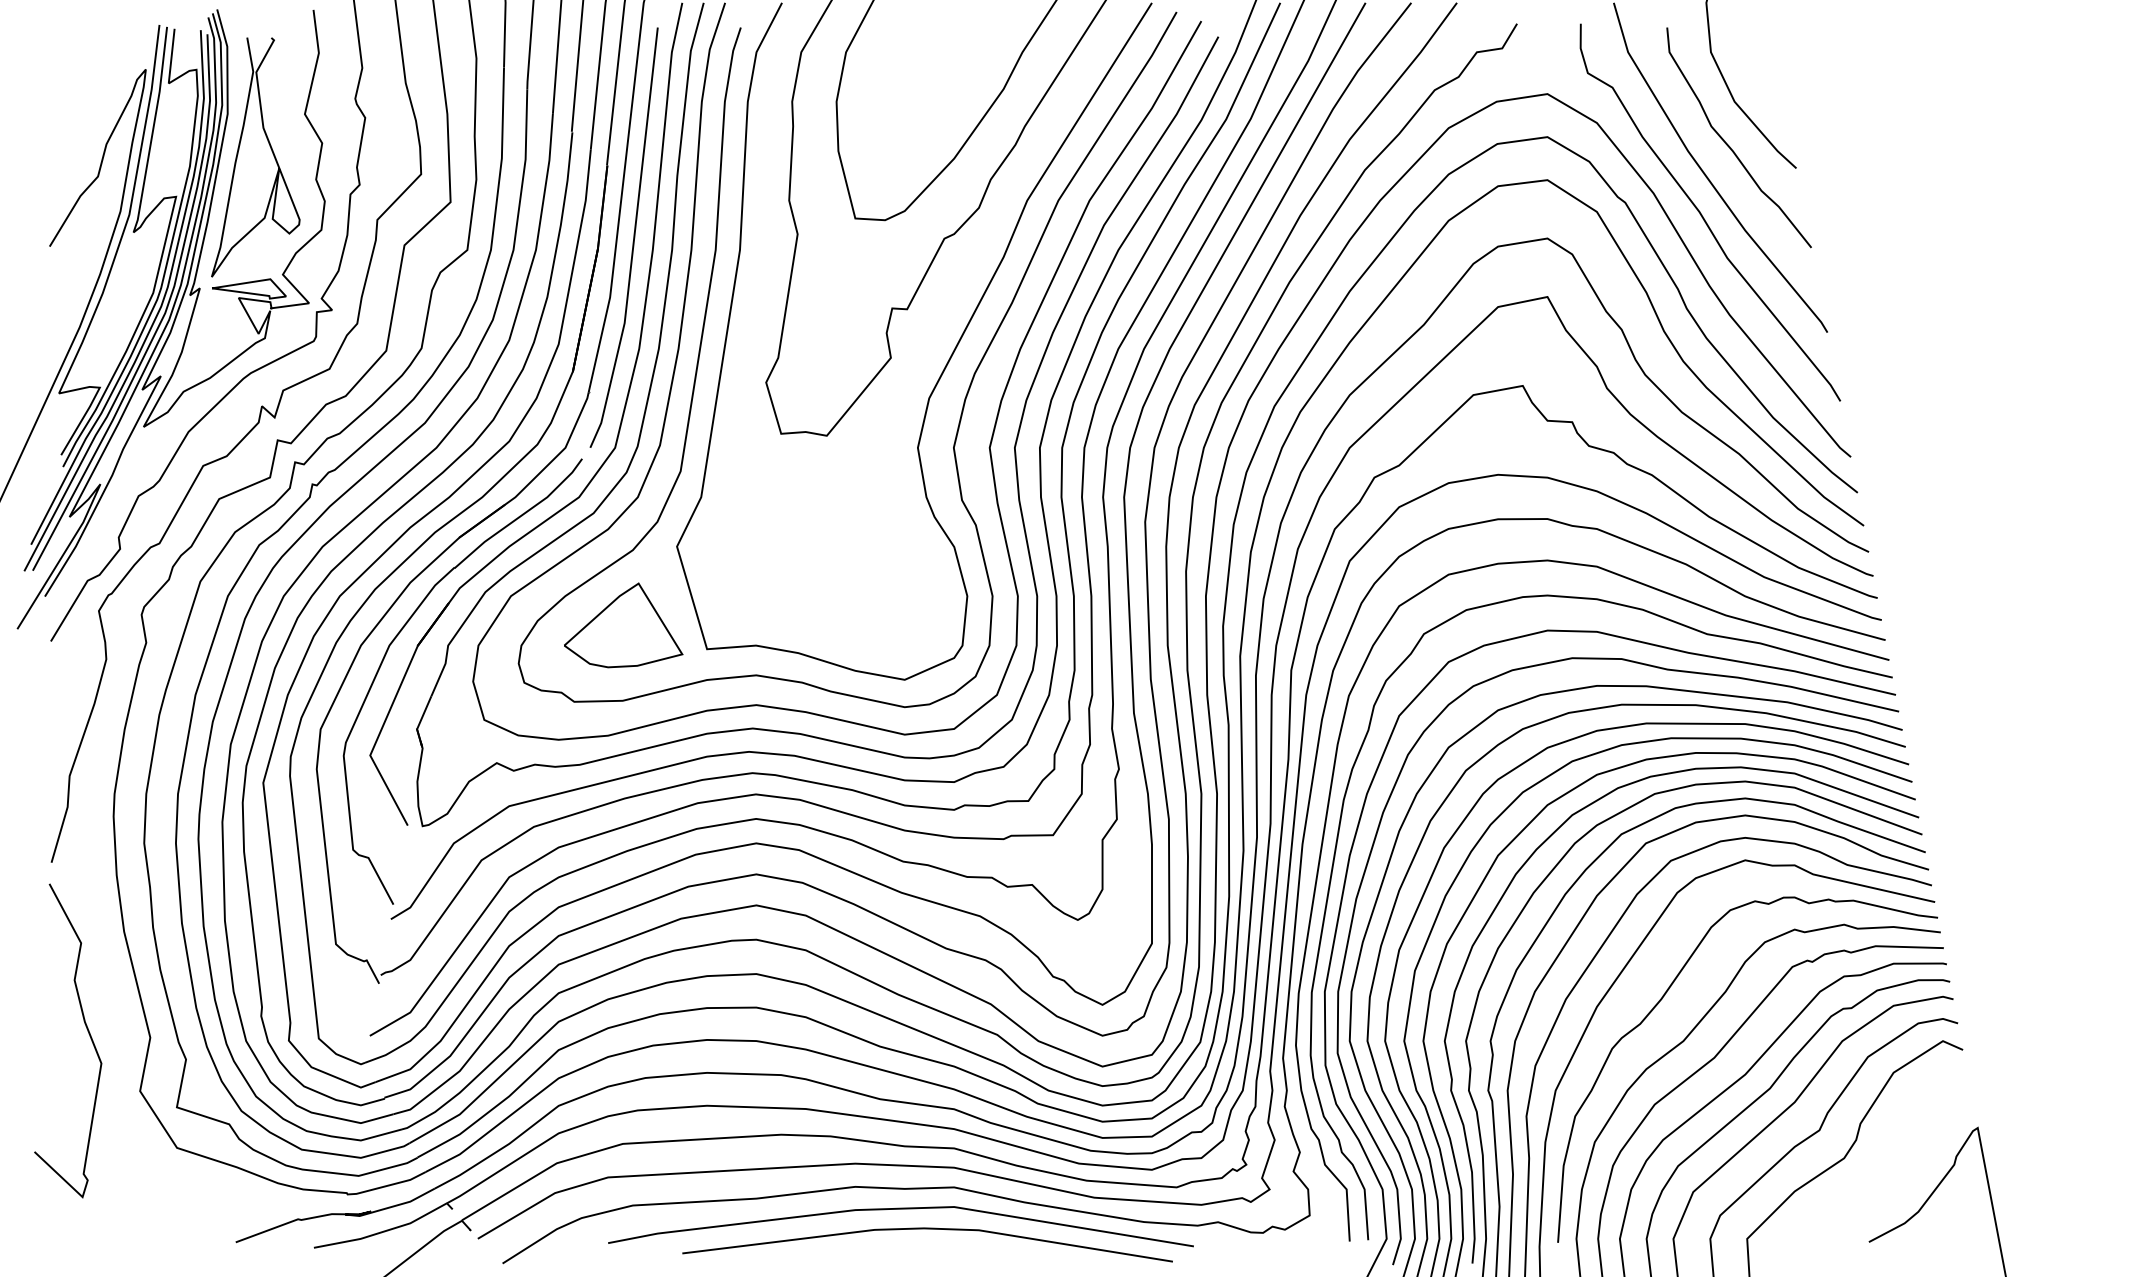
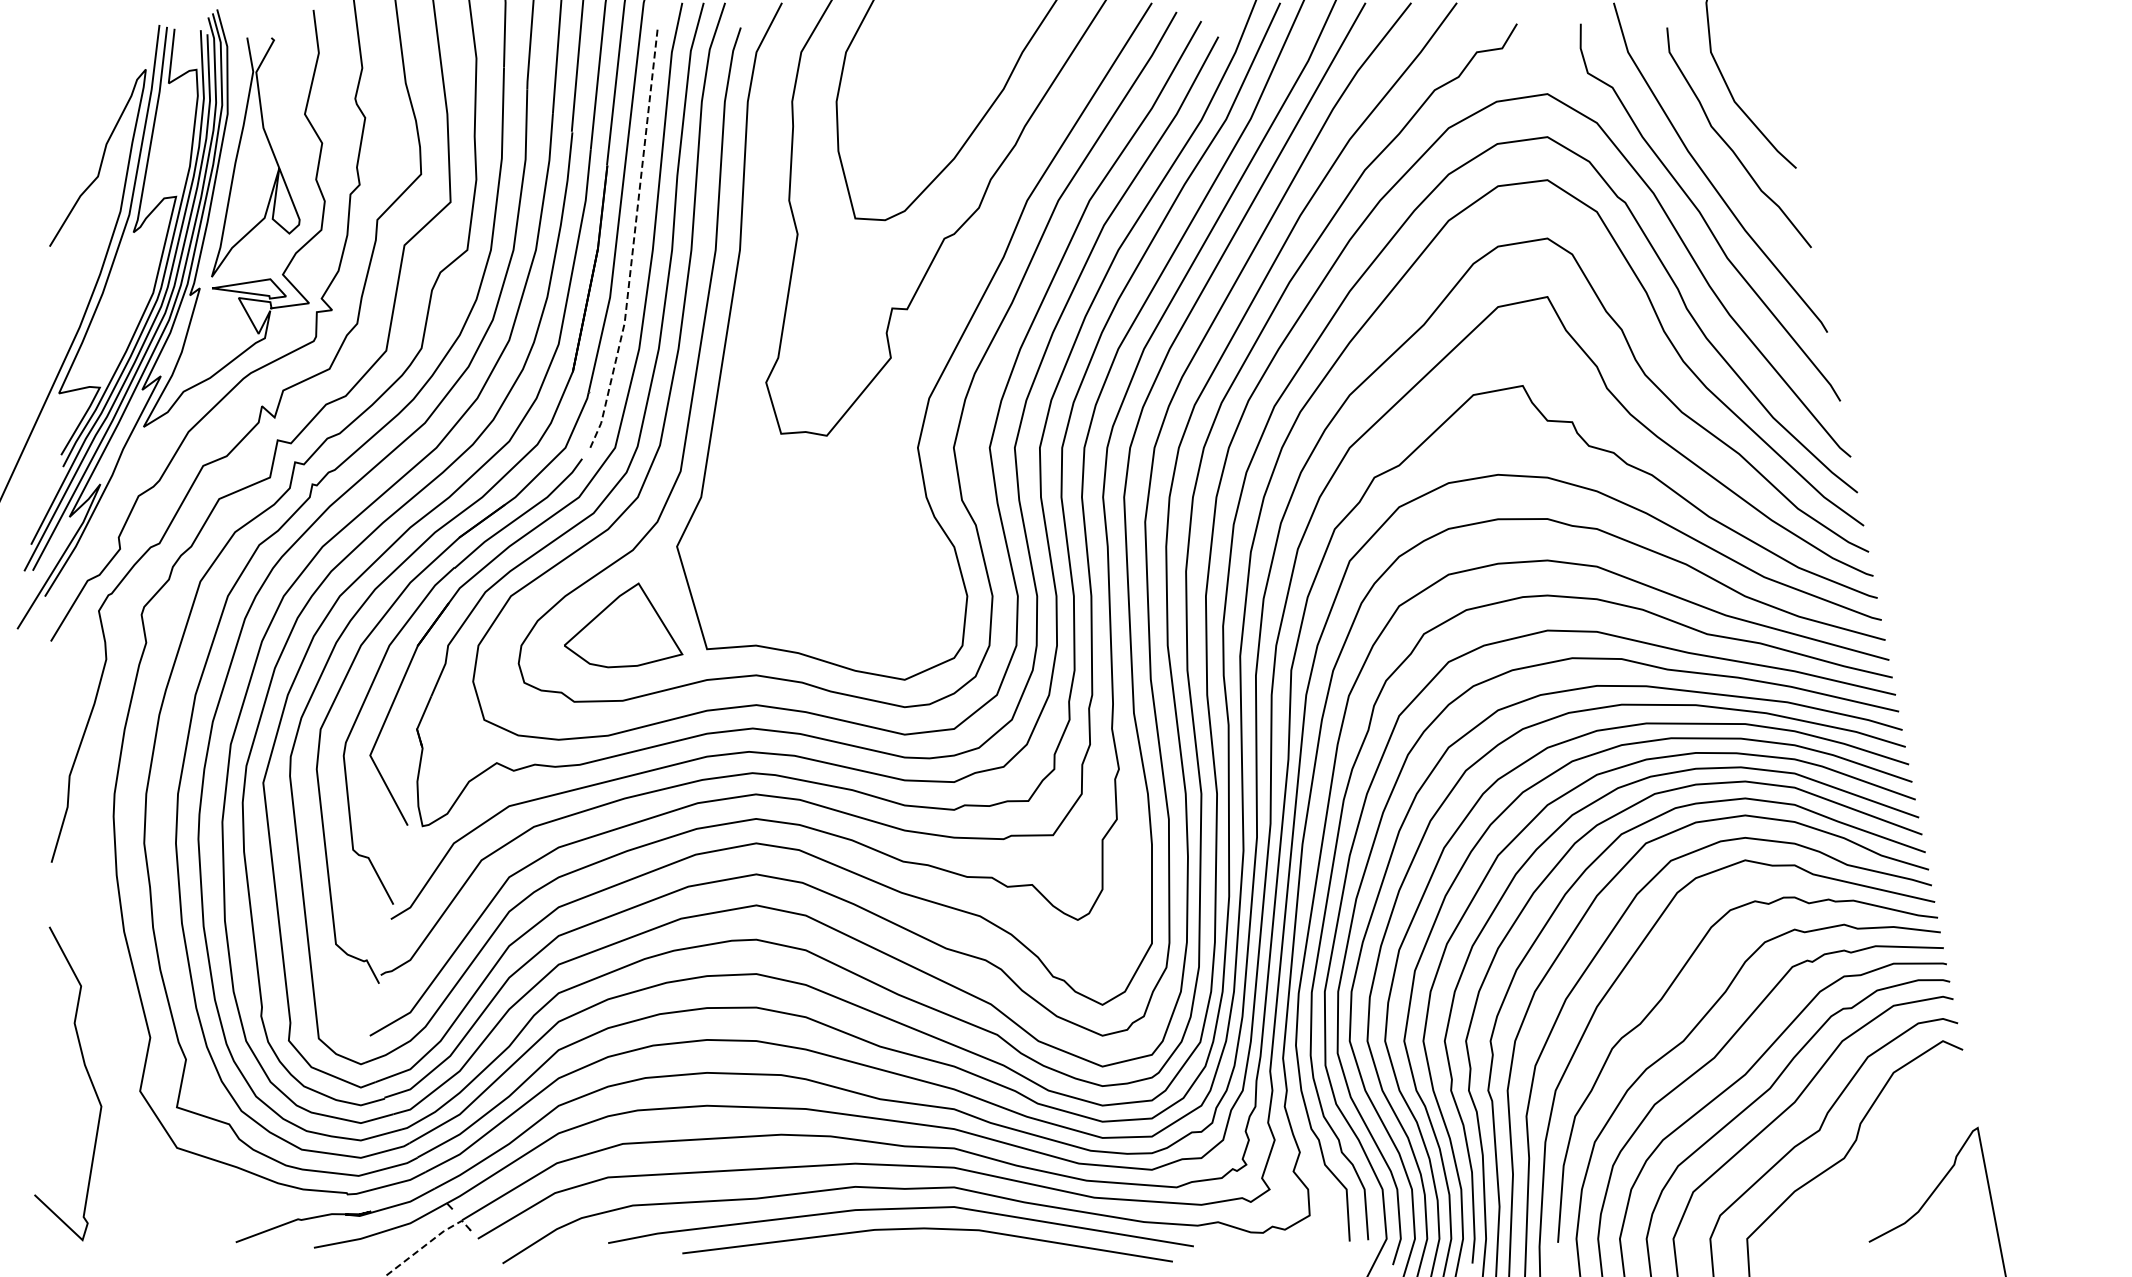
line at (633, 240): solid -> dashed
curve at (88, 1034) position: (88, 1034) -> (88, 1077)
line at (428, 1243): solid -> dashed
